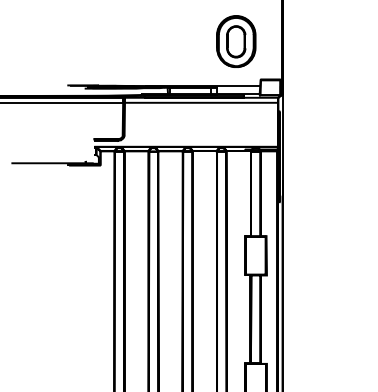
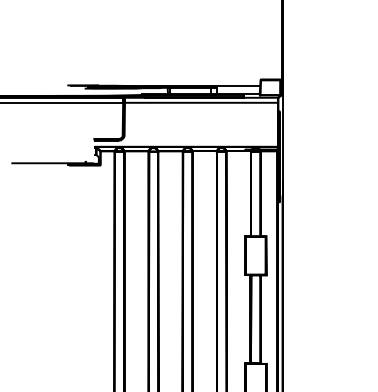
part at (236, 41): present -> none
